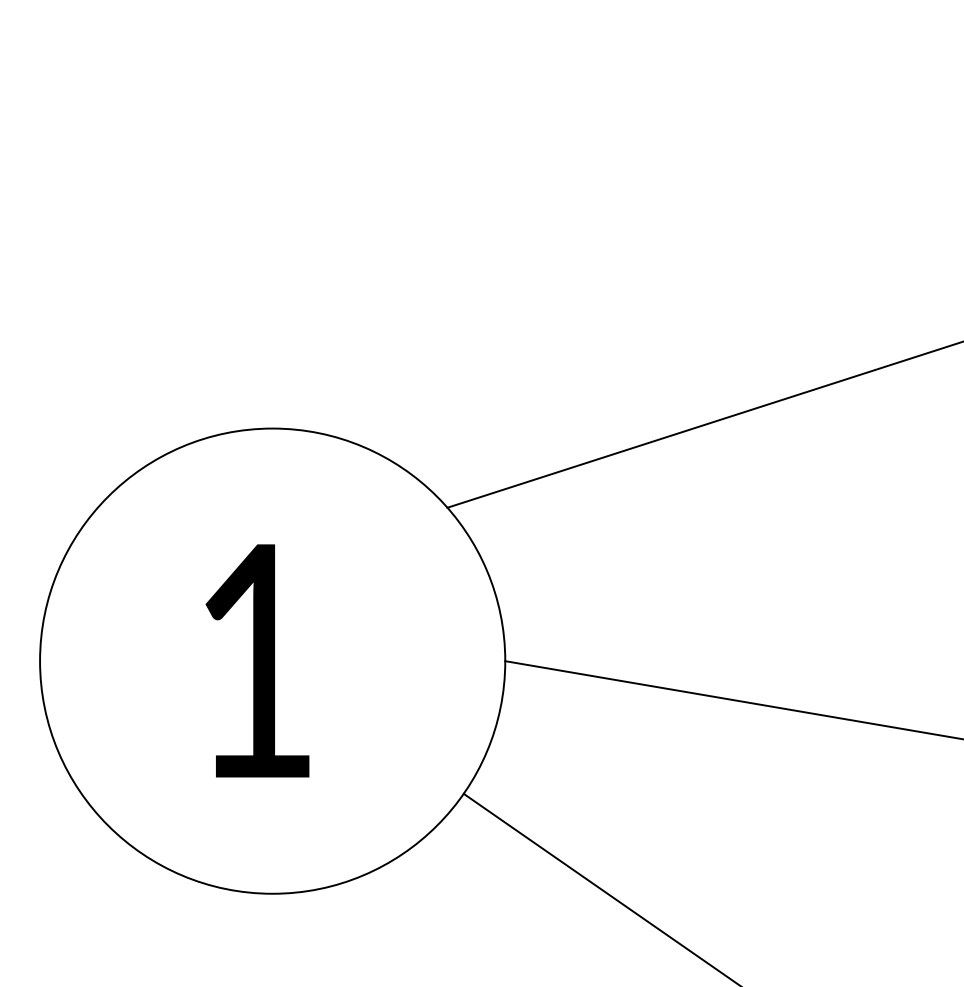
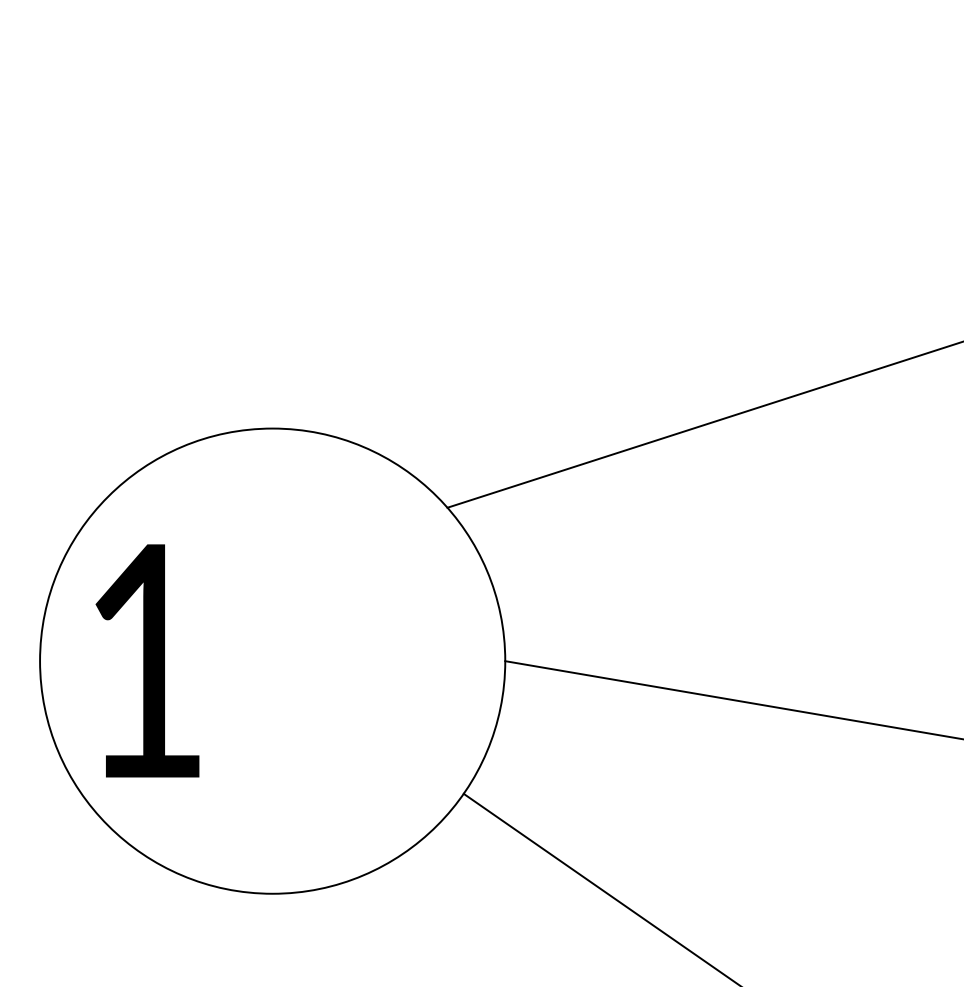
text at (257, 660) position: (257, 660) -> (147, 660)
